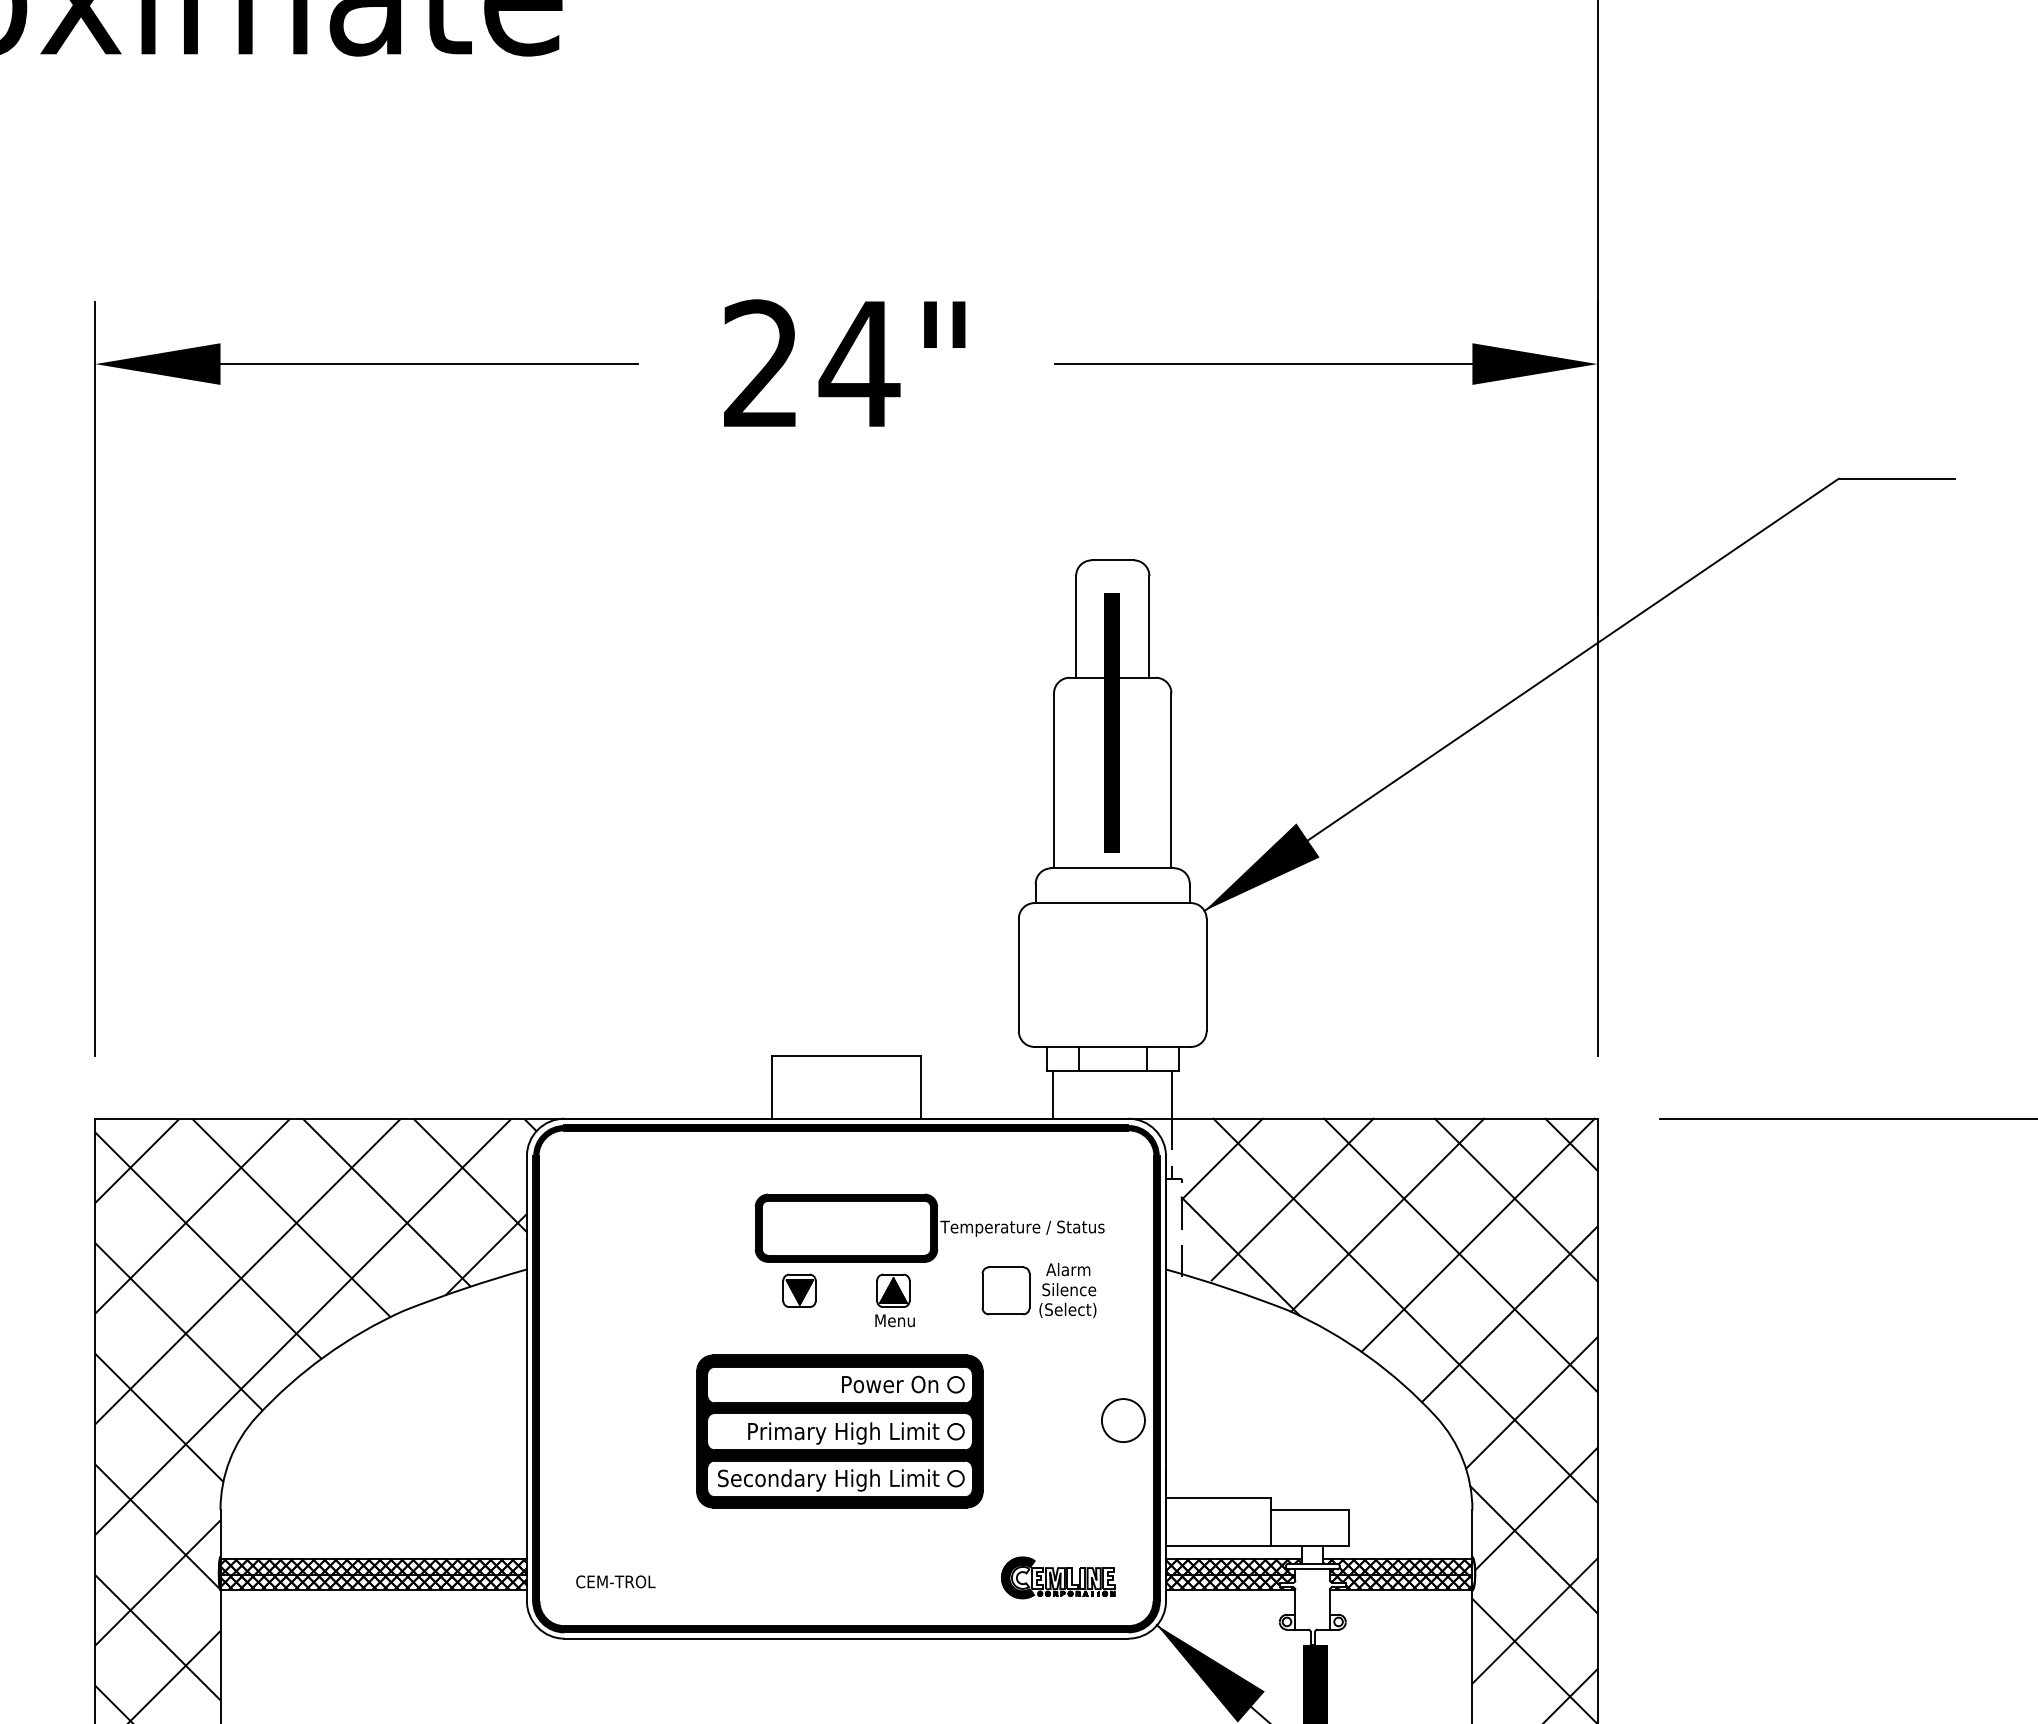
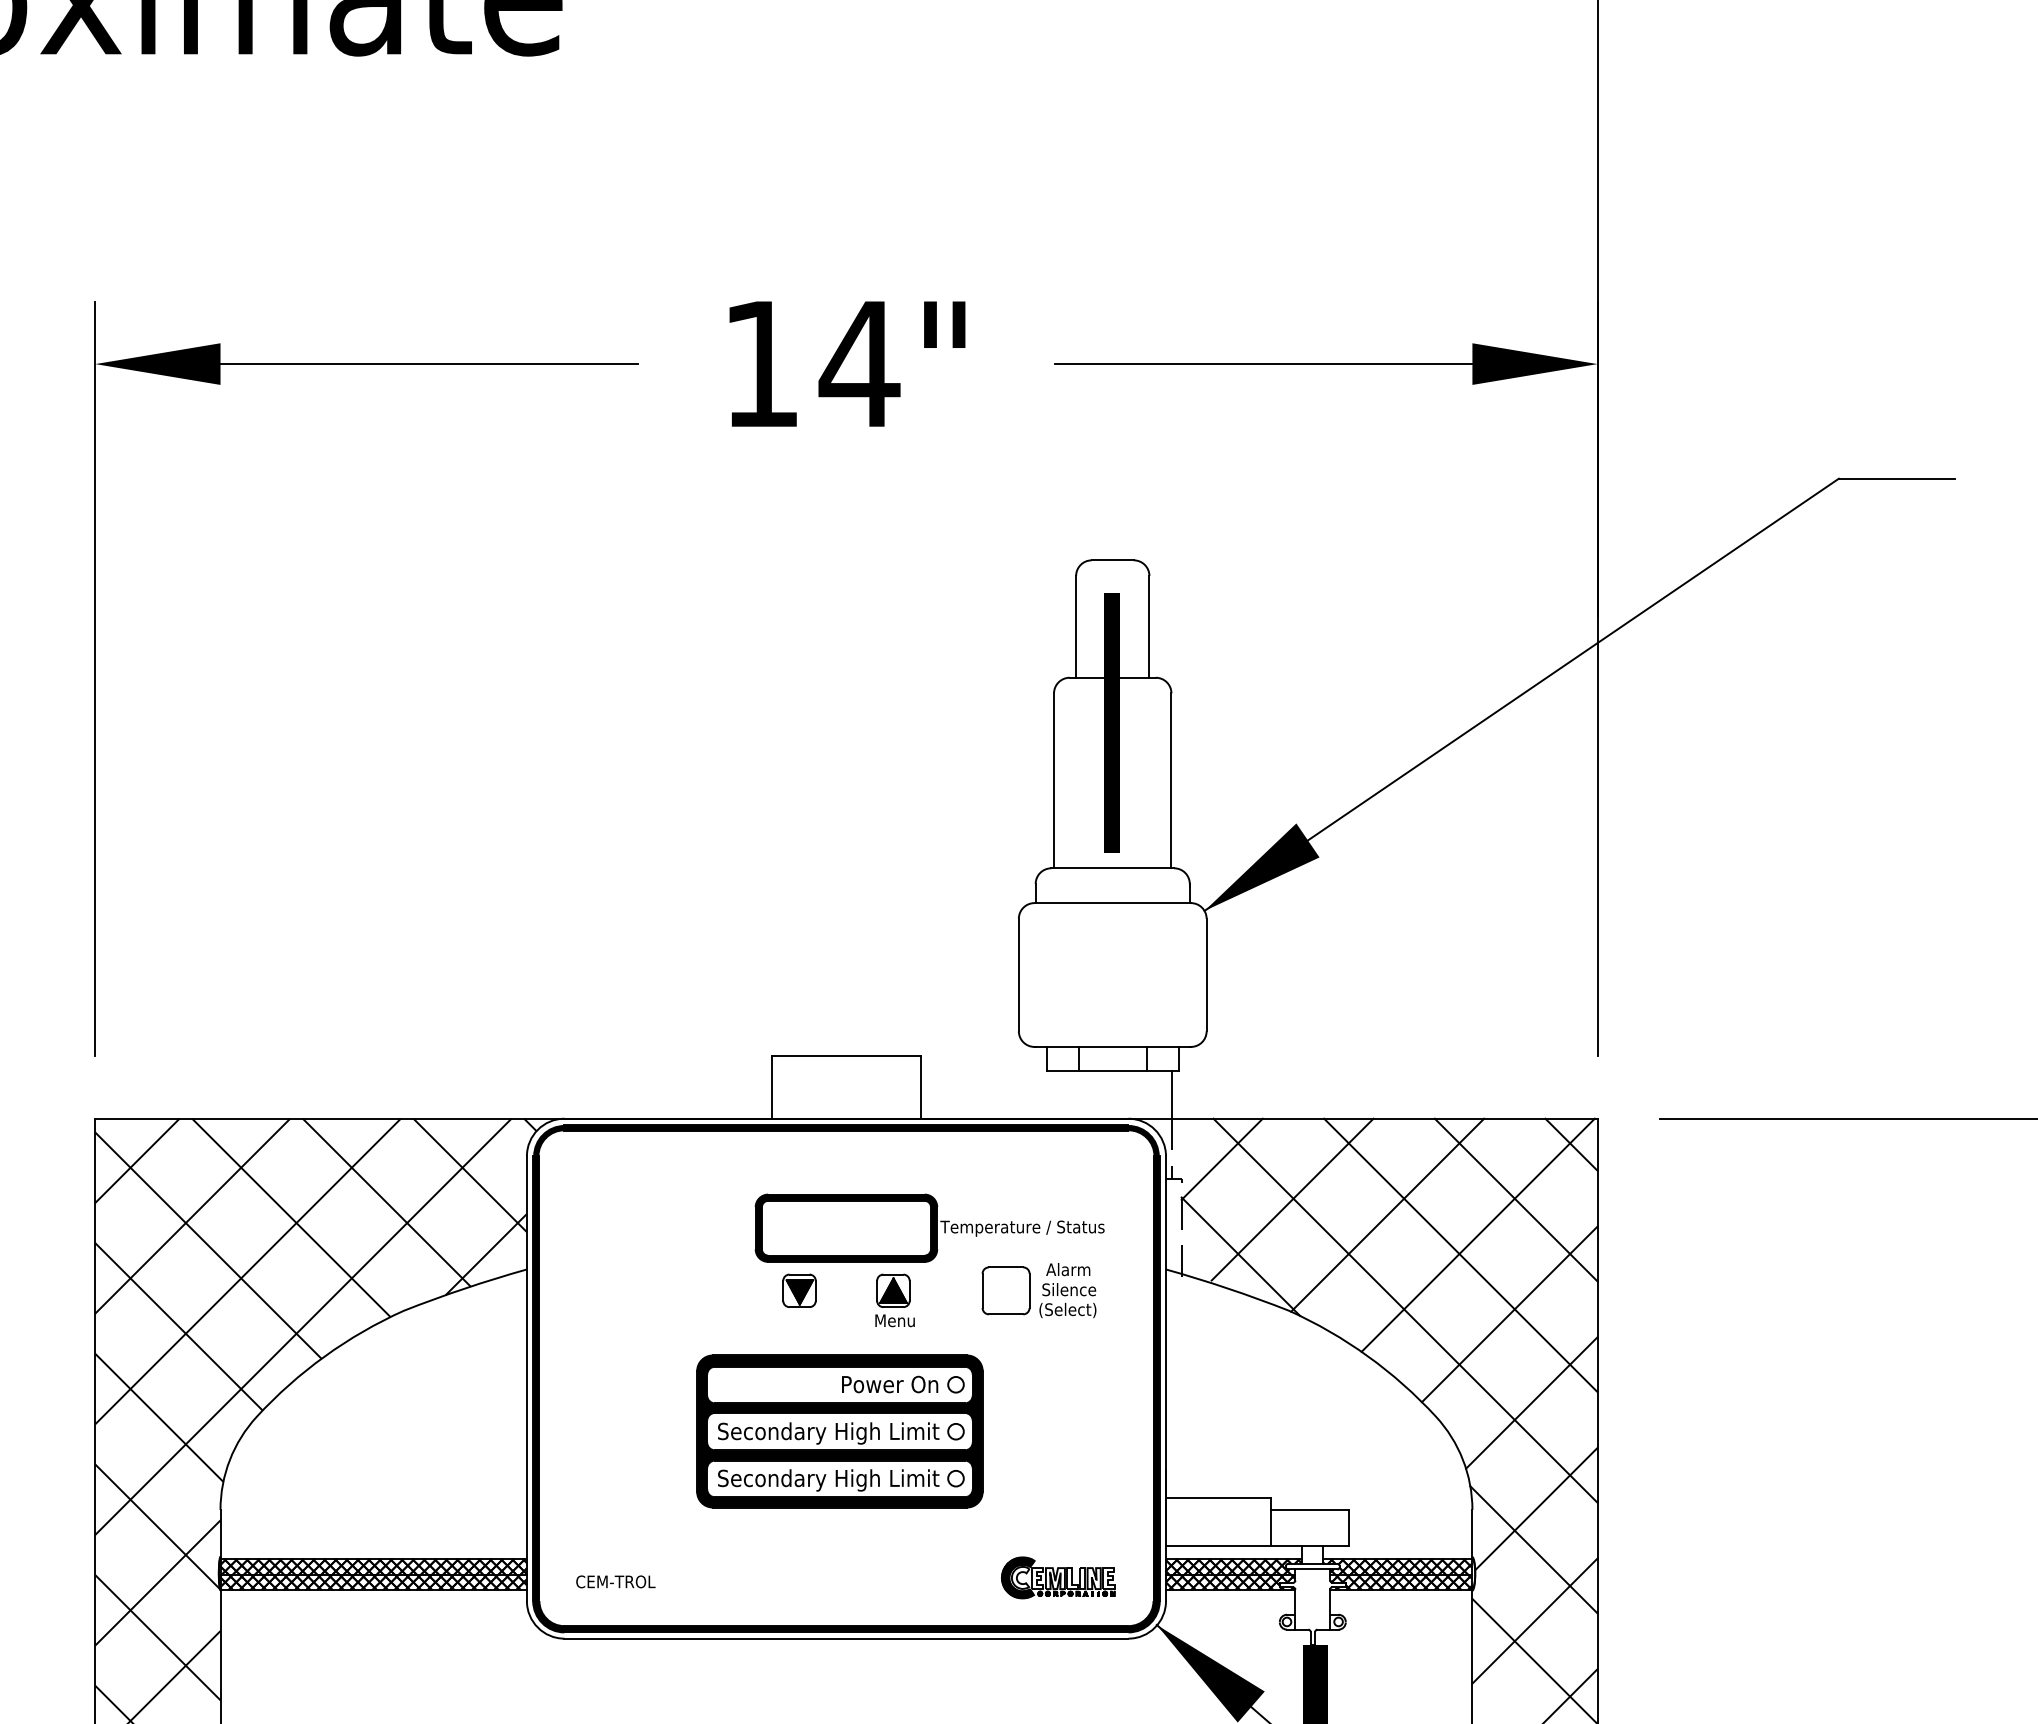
text at (760, 362): 24" -> 14"
line at (1053, 1094): present -> none
circle at (1123, 1420): present -> none
text at (754, 1431): Primary High Limit -> Secondary High Limit
